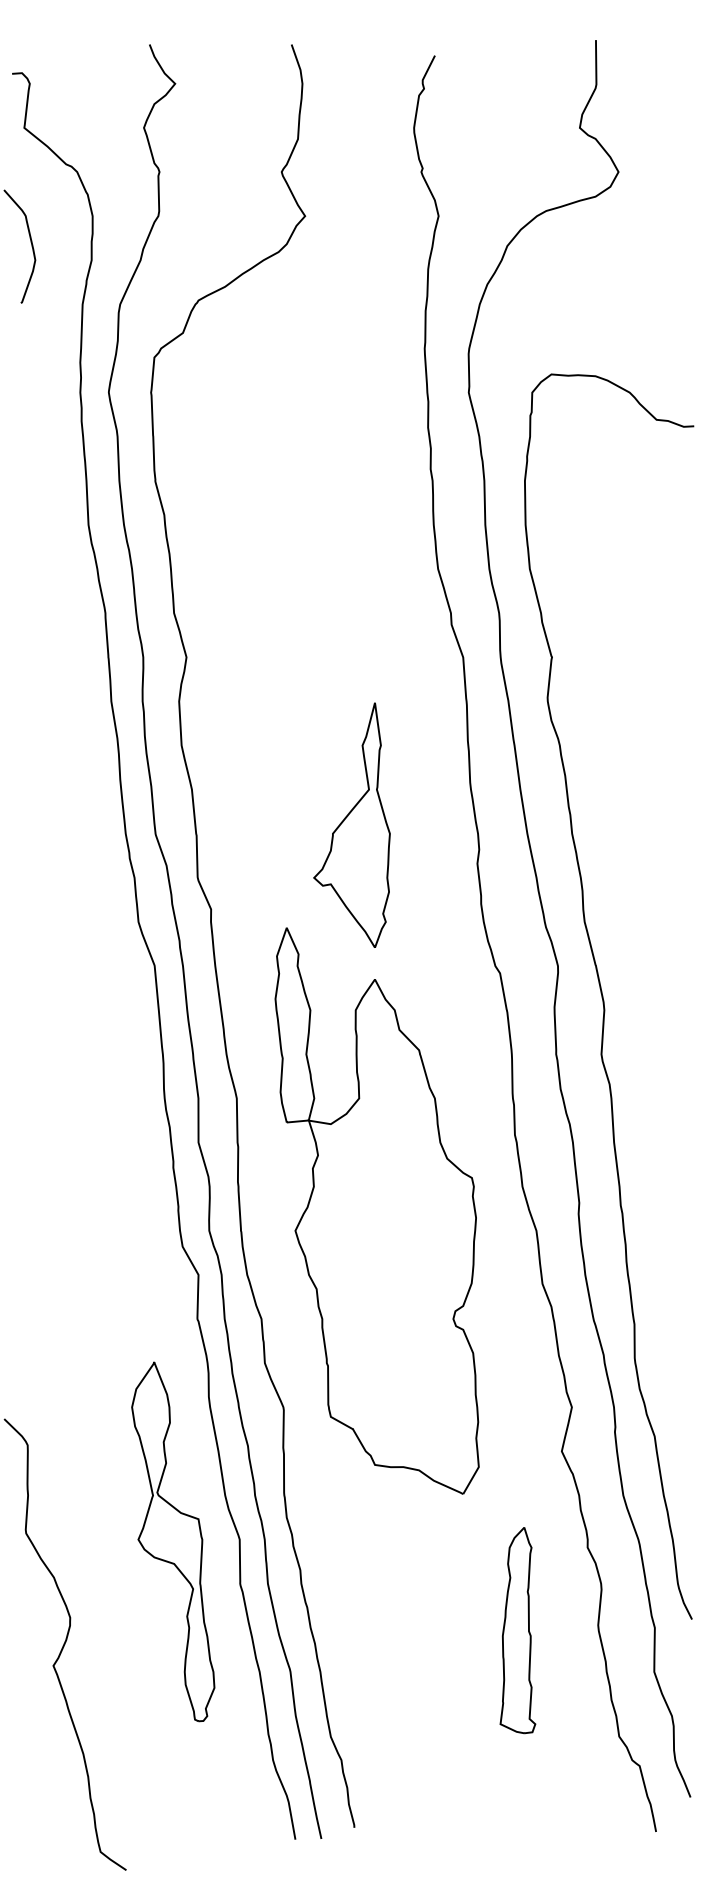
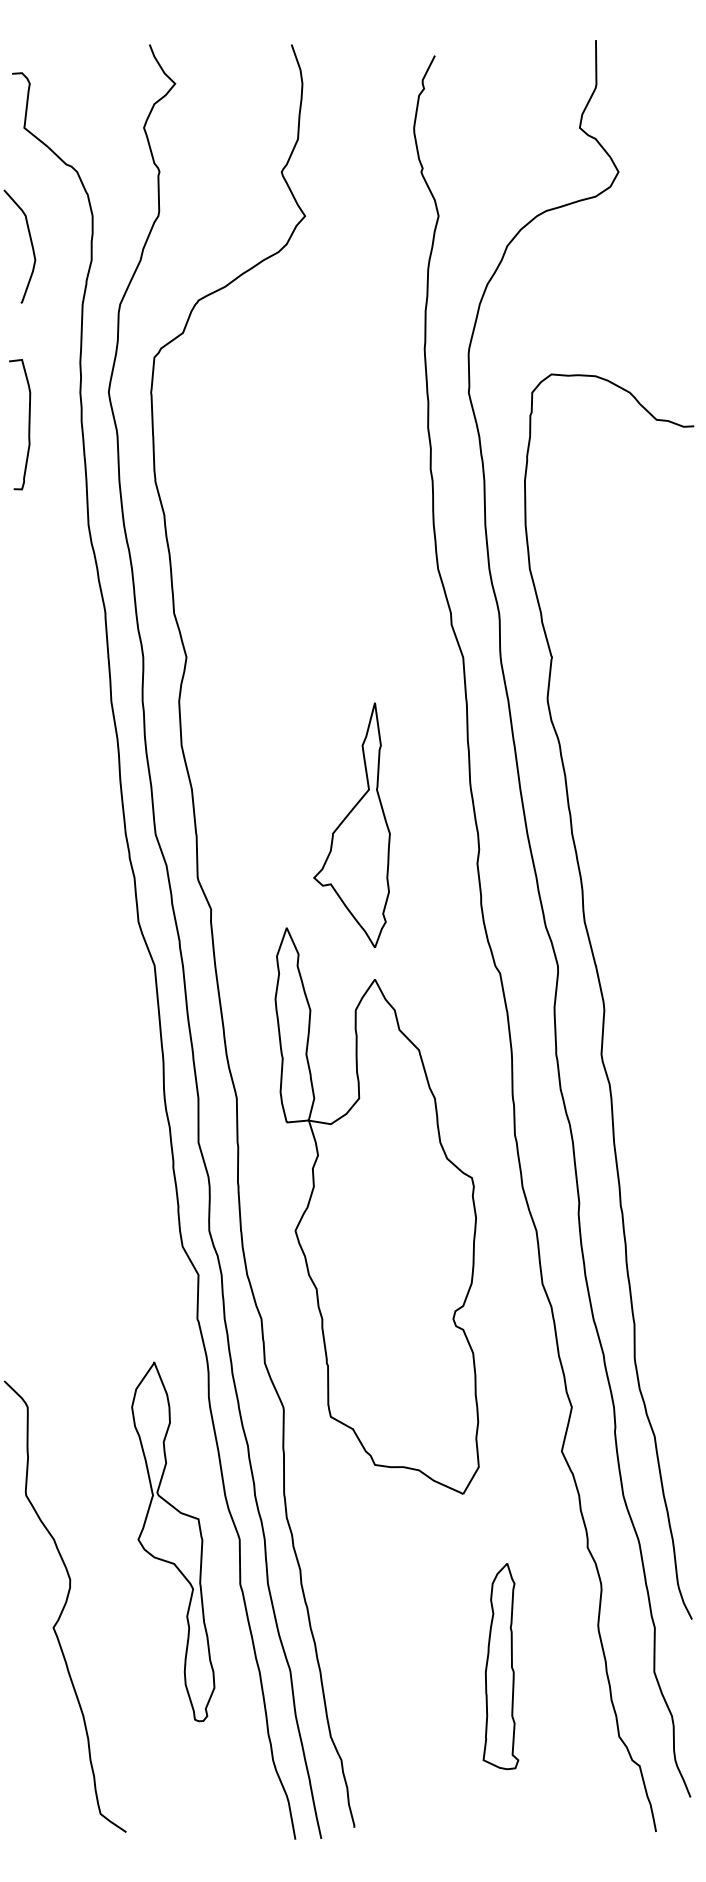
curve at (28, 424): none -> present
part at (517, 1630) position: (517, 1630) -> (500, 1666)
curve at (64, 1644) position: (64, 1644) -> (64, 1606)
